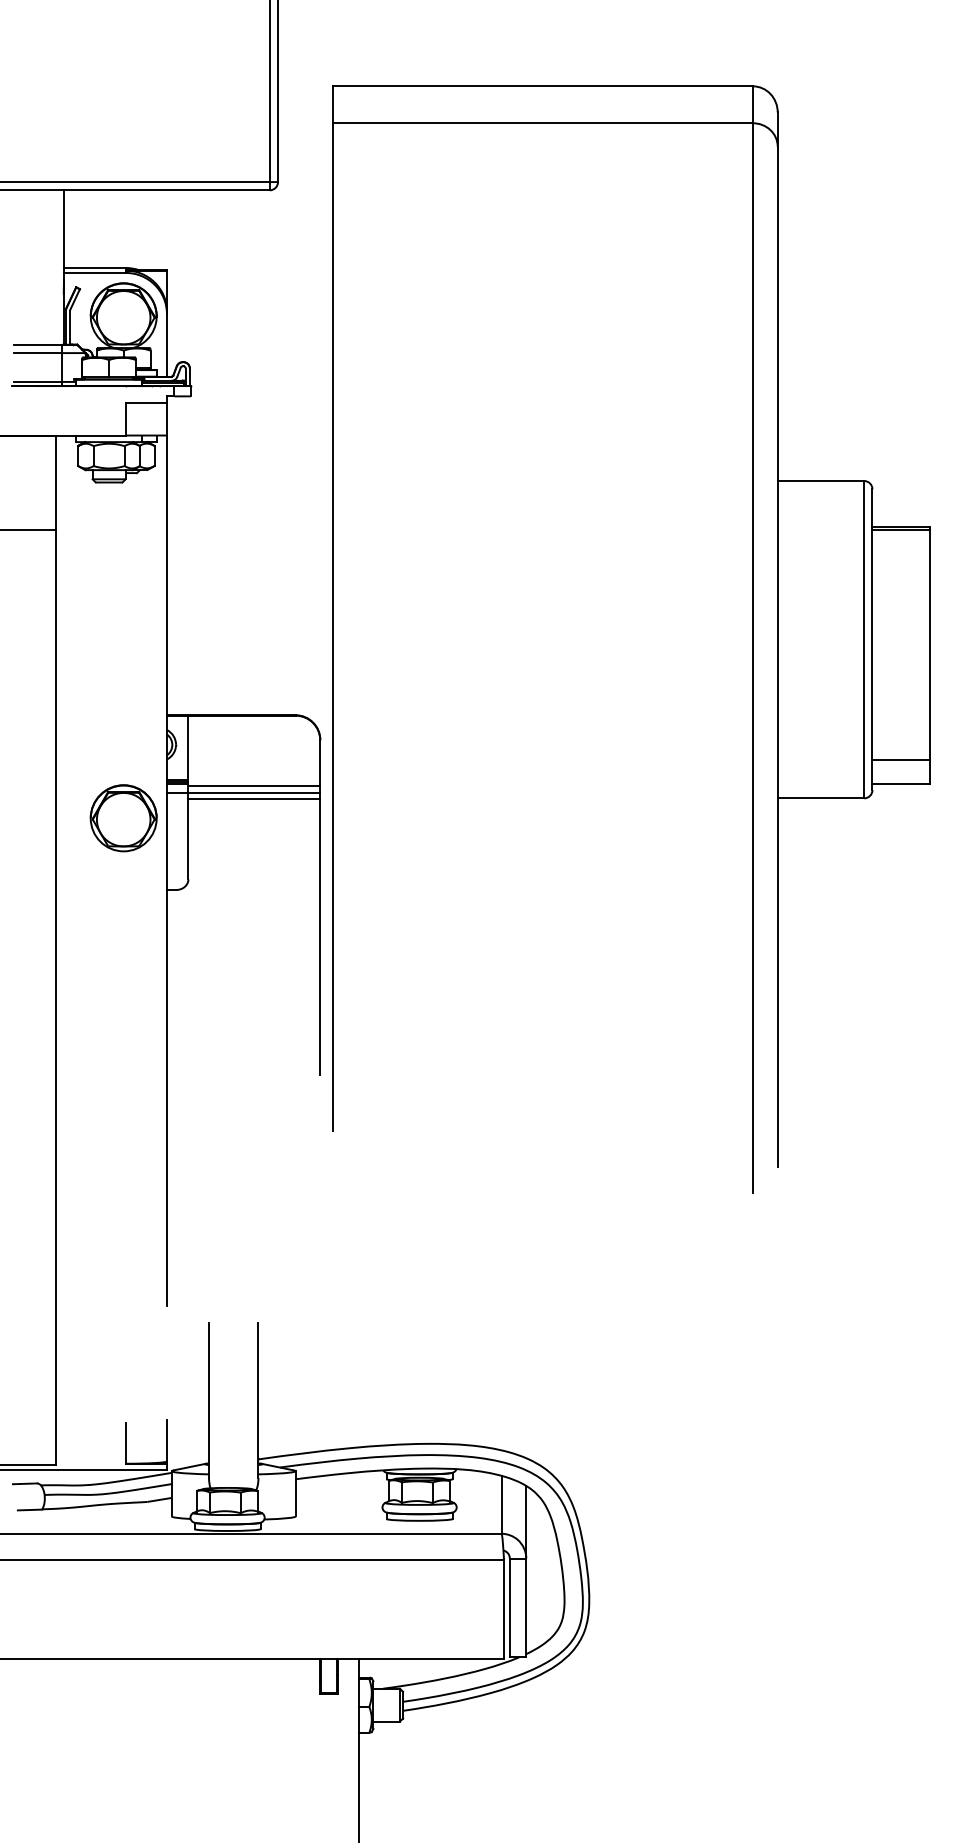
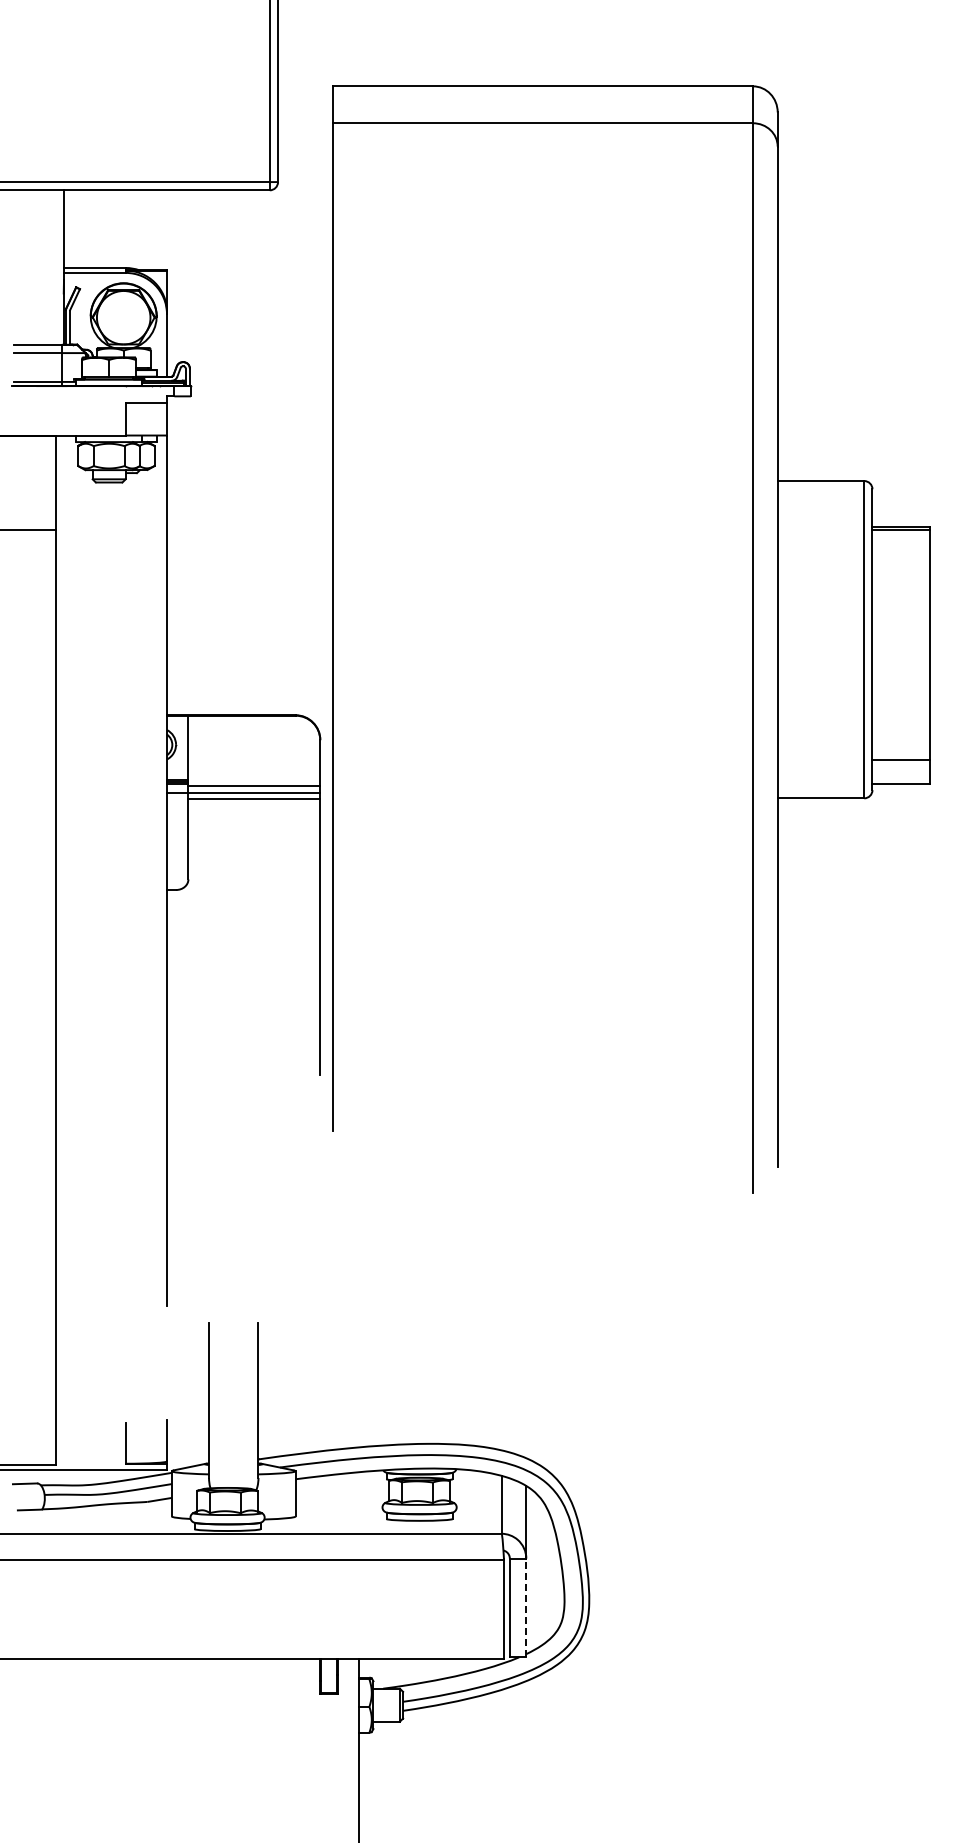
part at (123, 818): present -> none
line at (526, 1607): solid -> dashed
